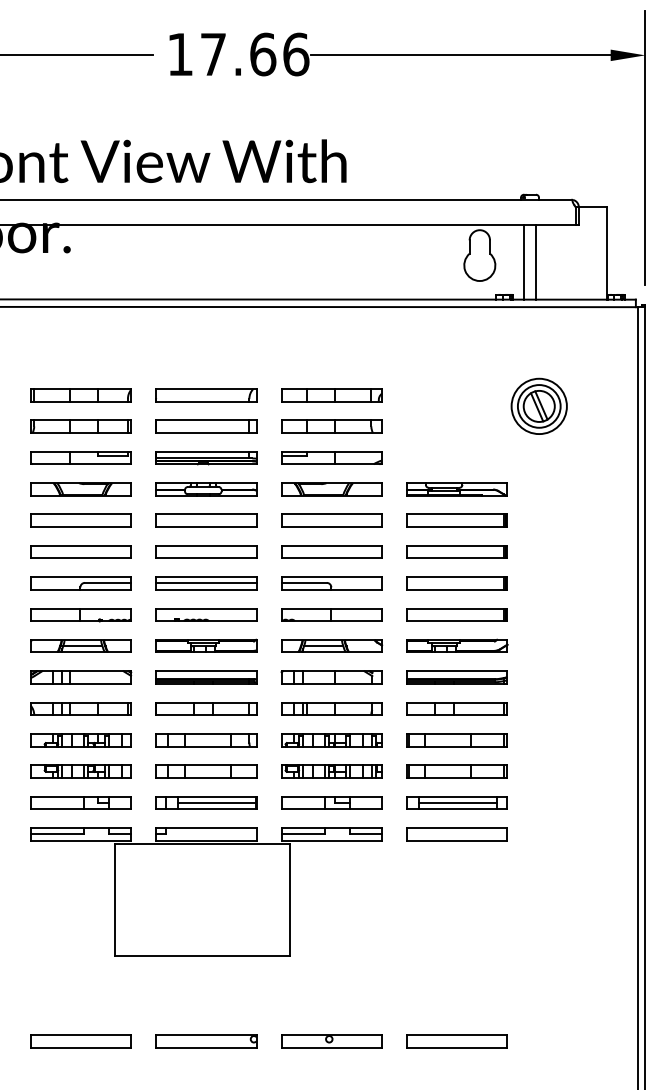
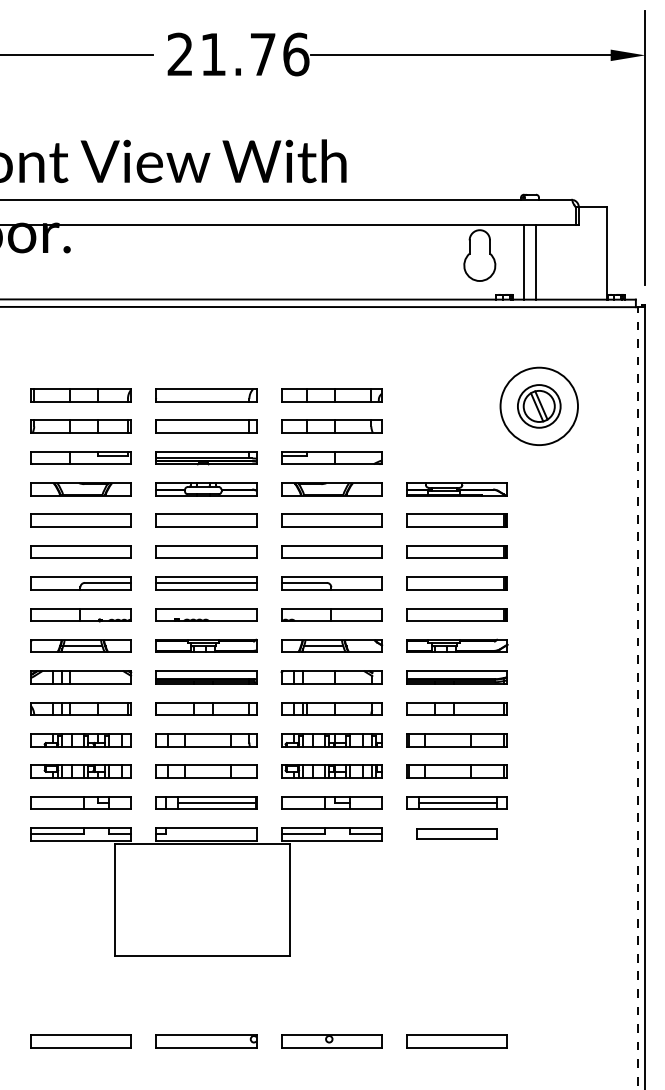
text at (221, 54): 17.66 -> 21.76
circle at (538, 406) diameter: 55 px -> 77 px
line at (637, 698): solid -> dashed
part at (456, 834) size: 102x15 px -> 82x12 px
